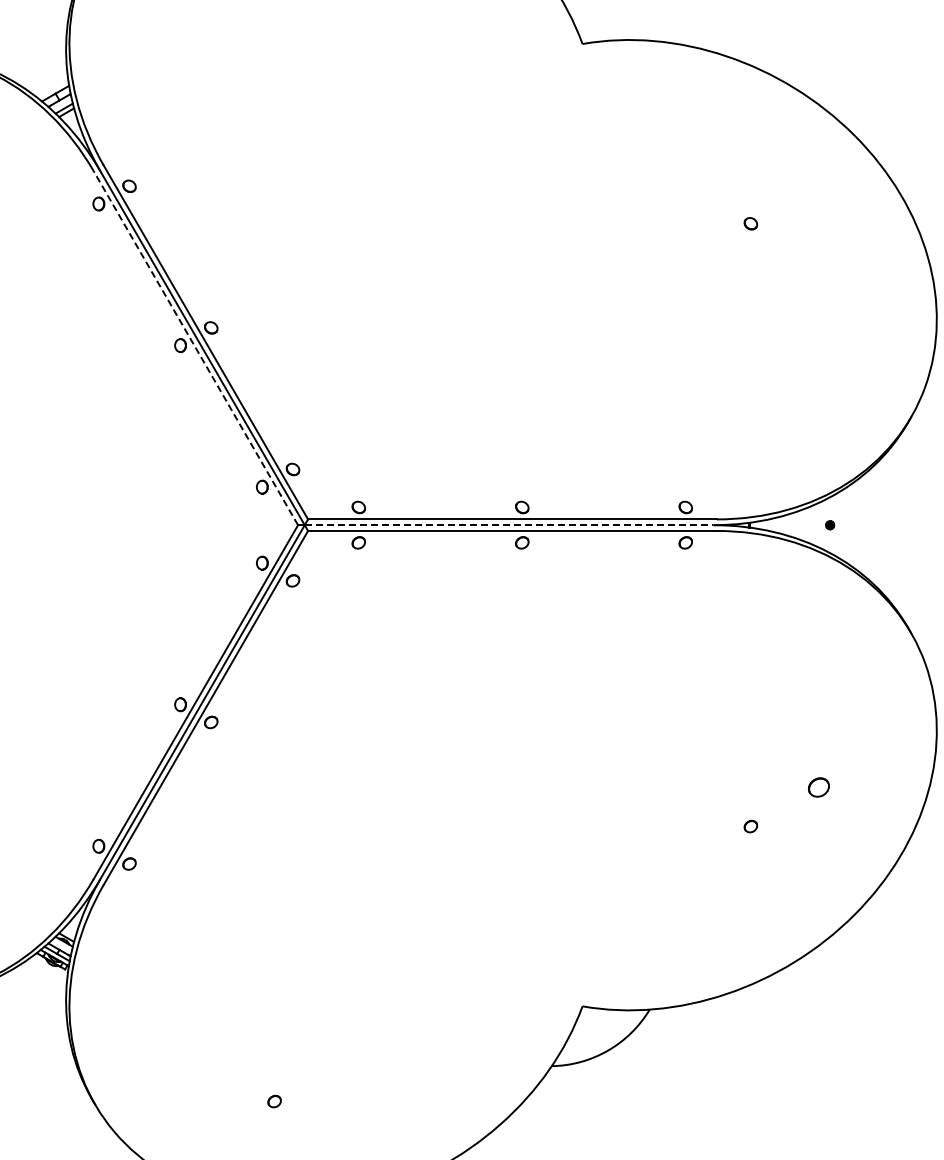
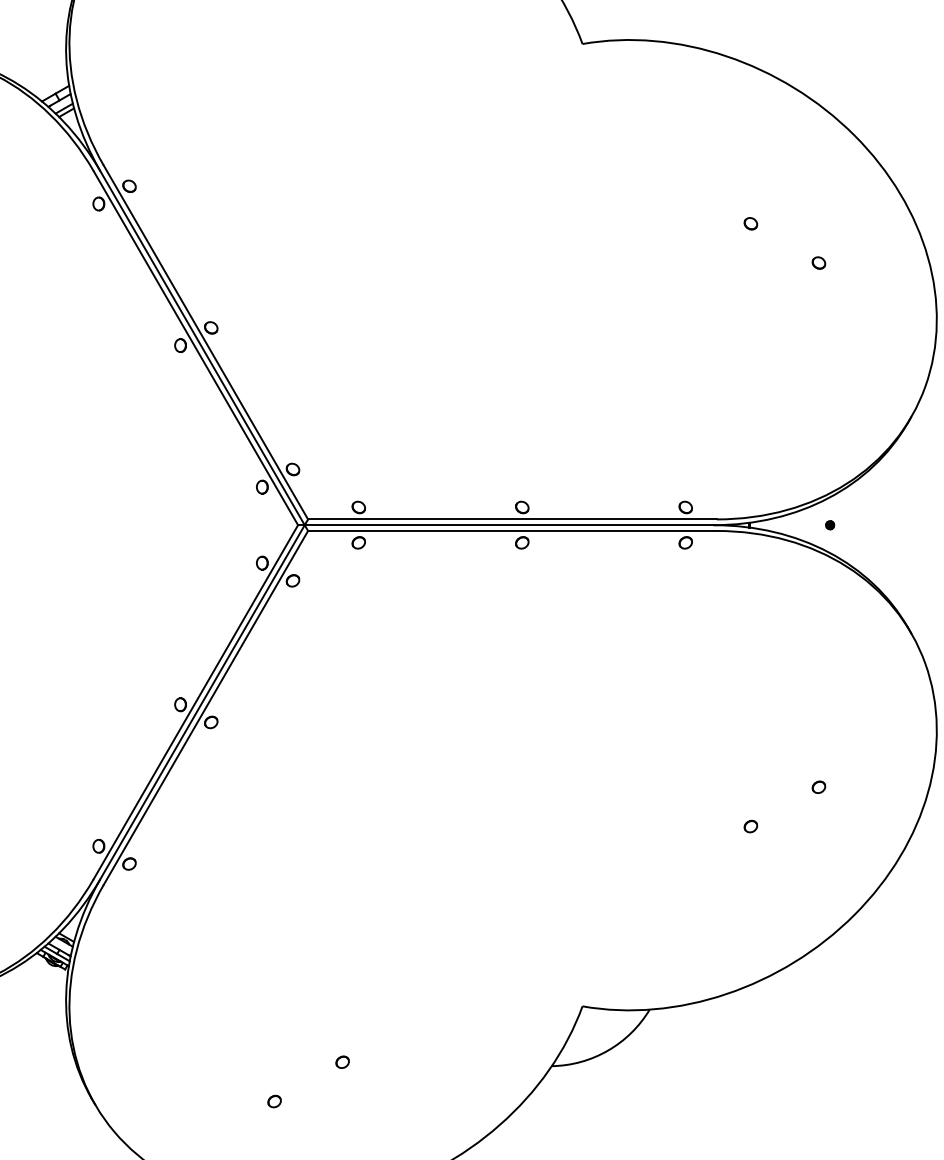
part at (818, 262): none -> present
line at (195, 347): dashed -> solid
line at (509, 525): dashed -> solid
part at (818, 787) size: 22x21 px -> 16x14 px
part at (342, 1061): none -> present
